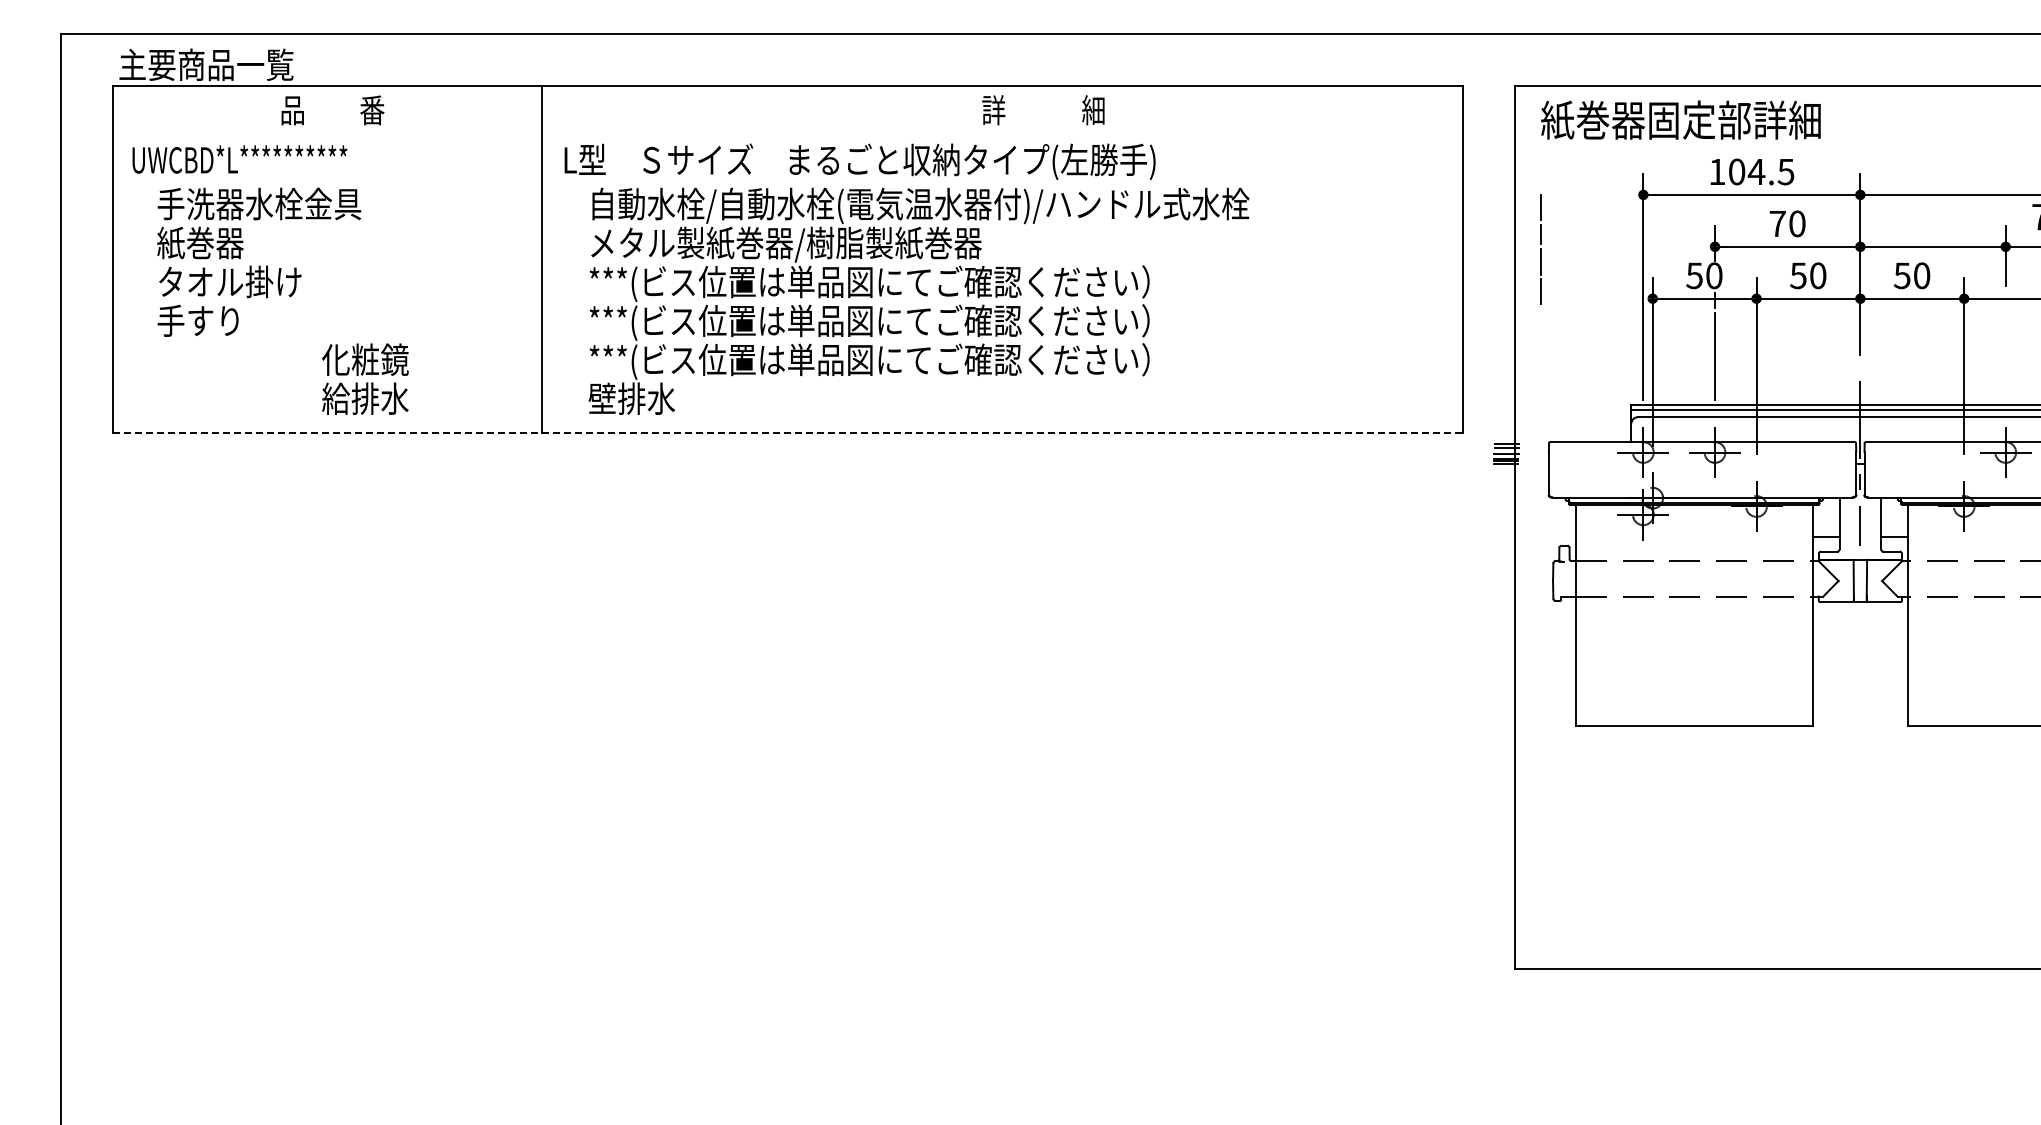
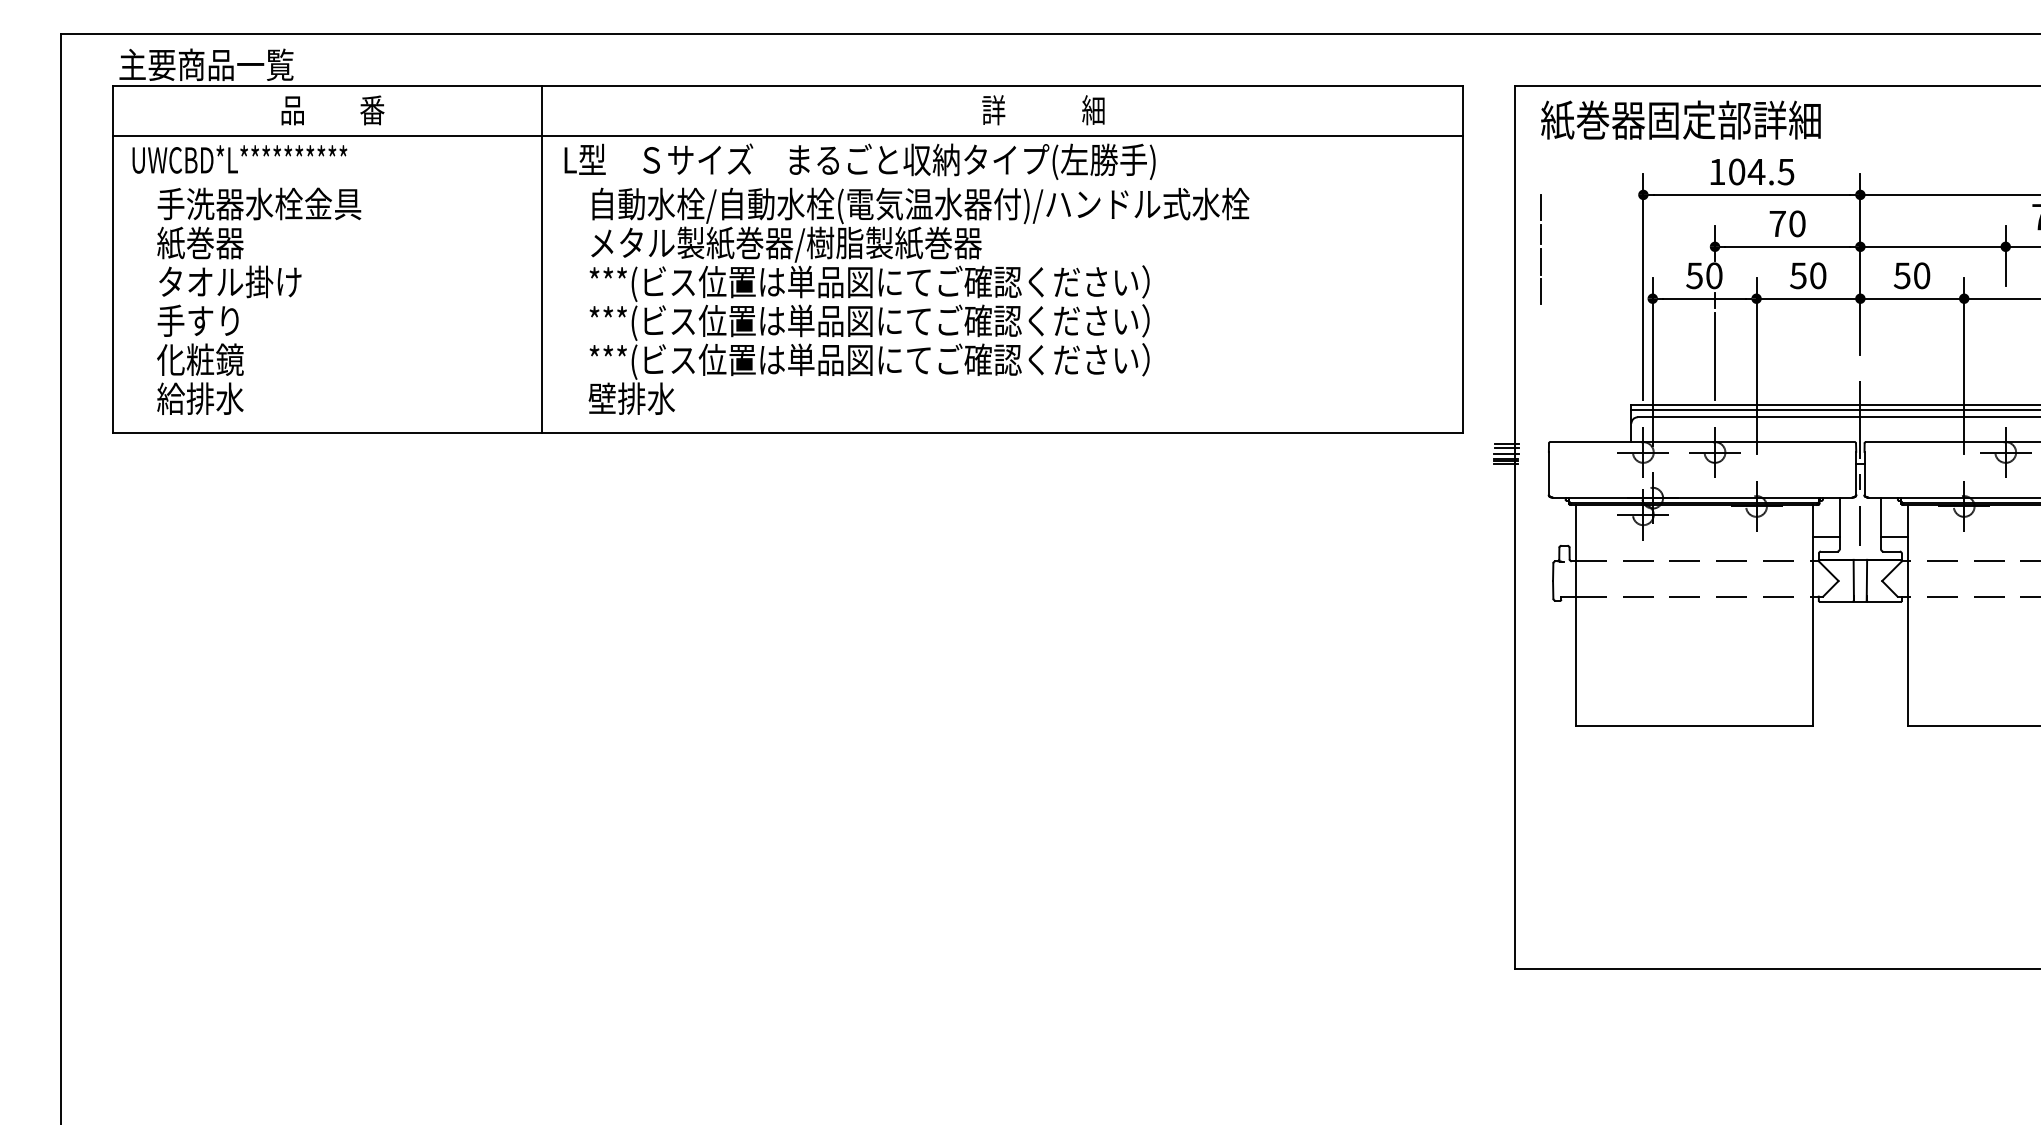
line at (787, 135): none -> present
text at (365, 378) position: (365, 378) -> (200, 378)
line at (788, 432): dashed -> solid
